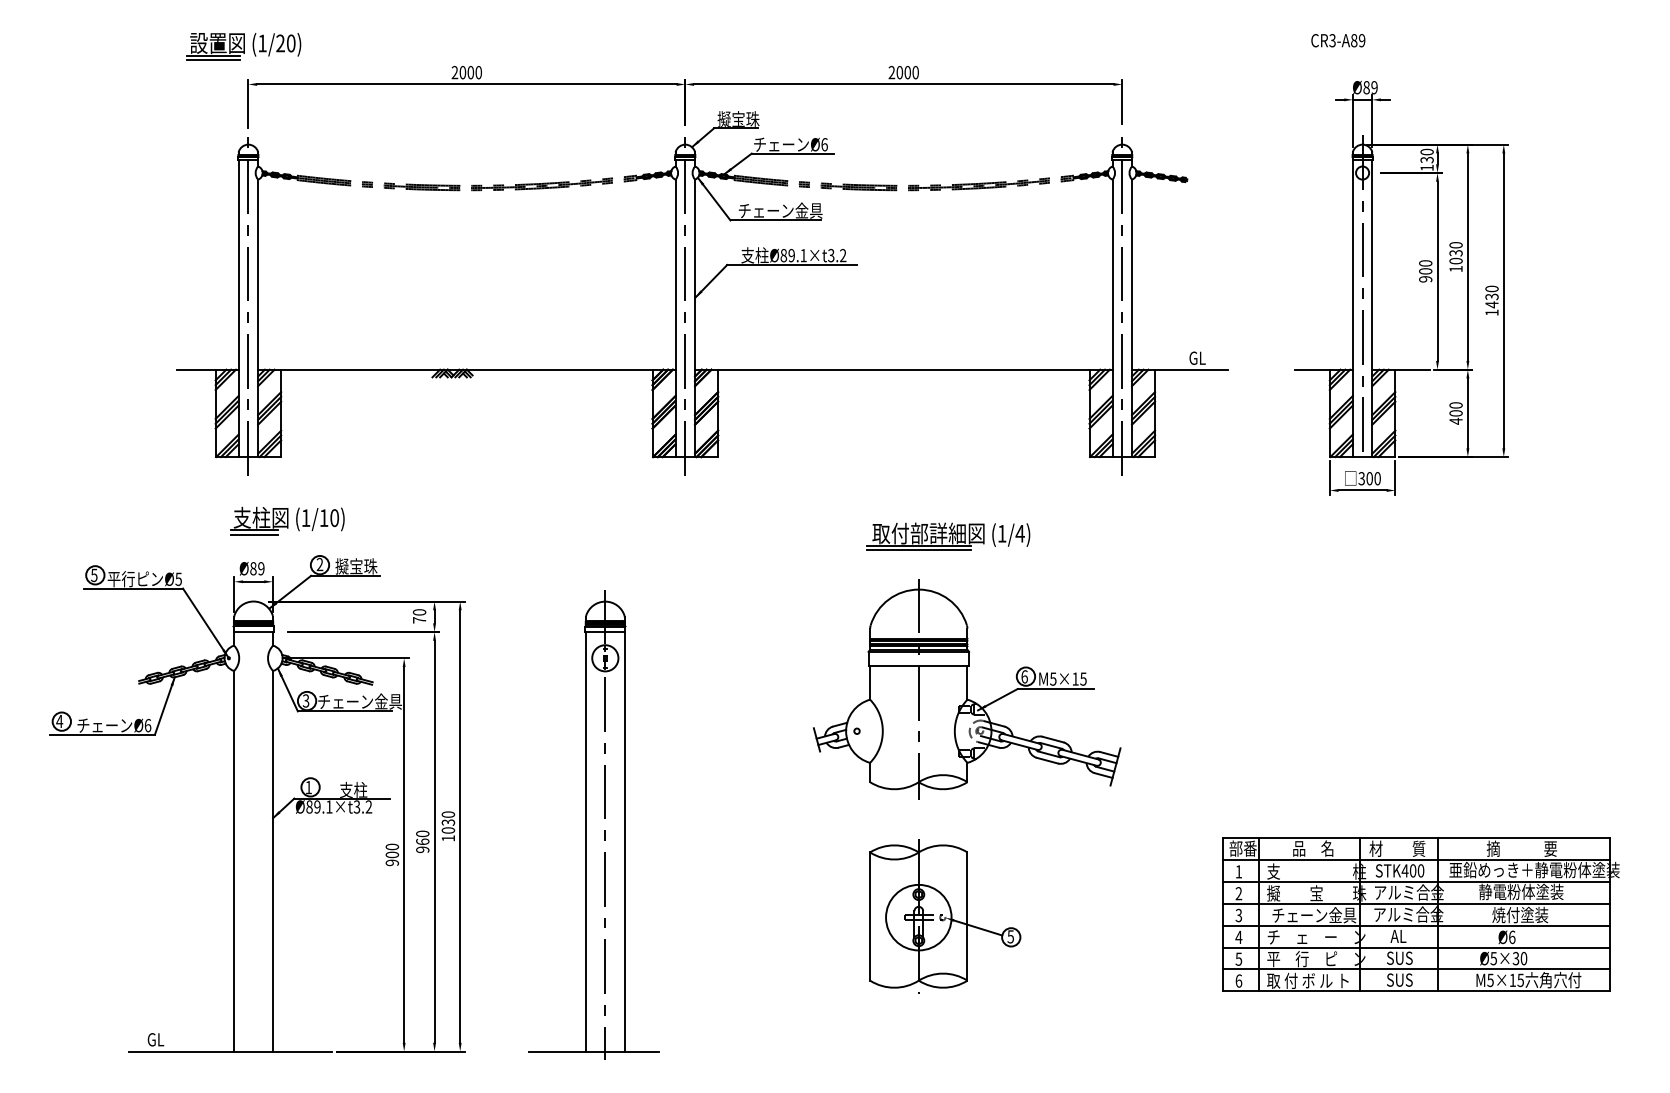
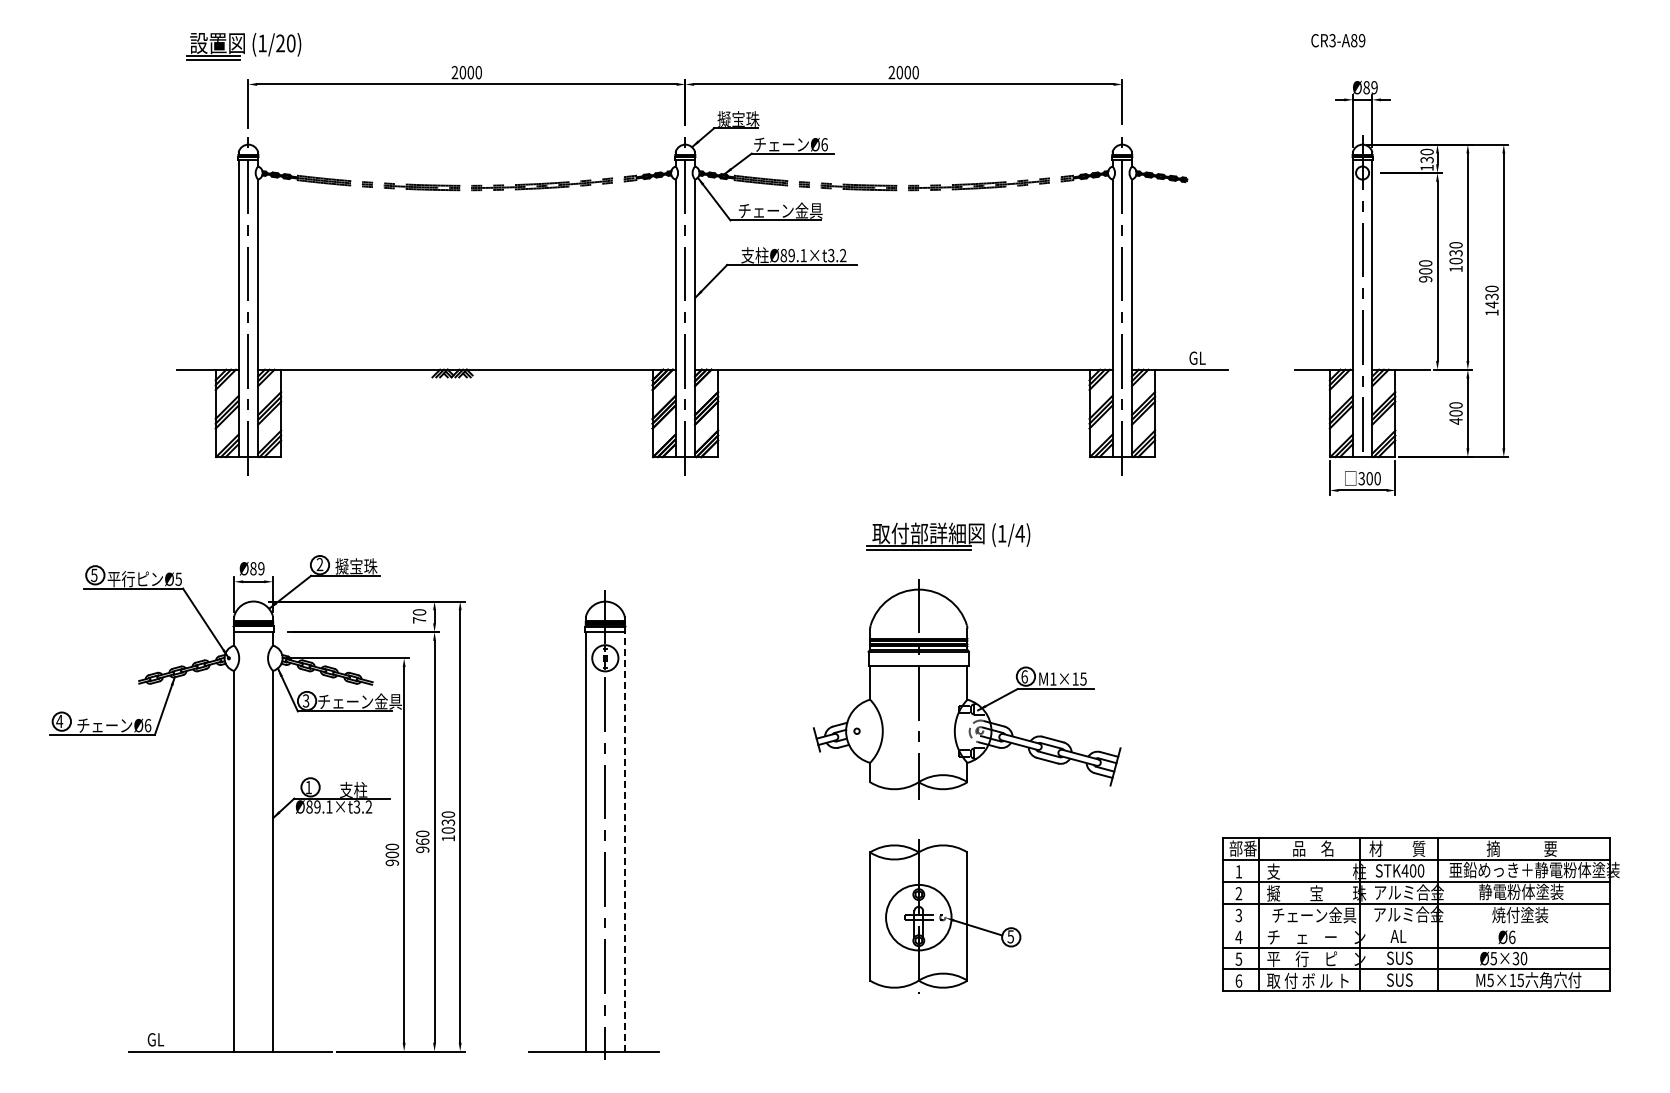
part at (287, 520): present -> none
text at (1053, 678): M5×15 -> M1×15
line at (624, 841): solid -> dashed
line at (1415, 925): present -> none
